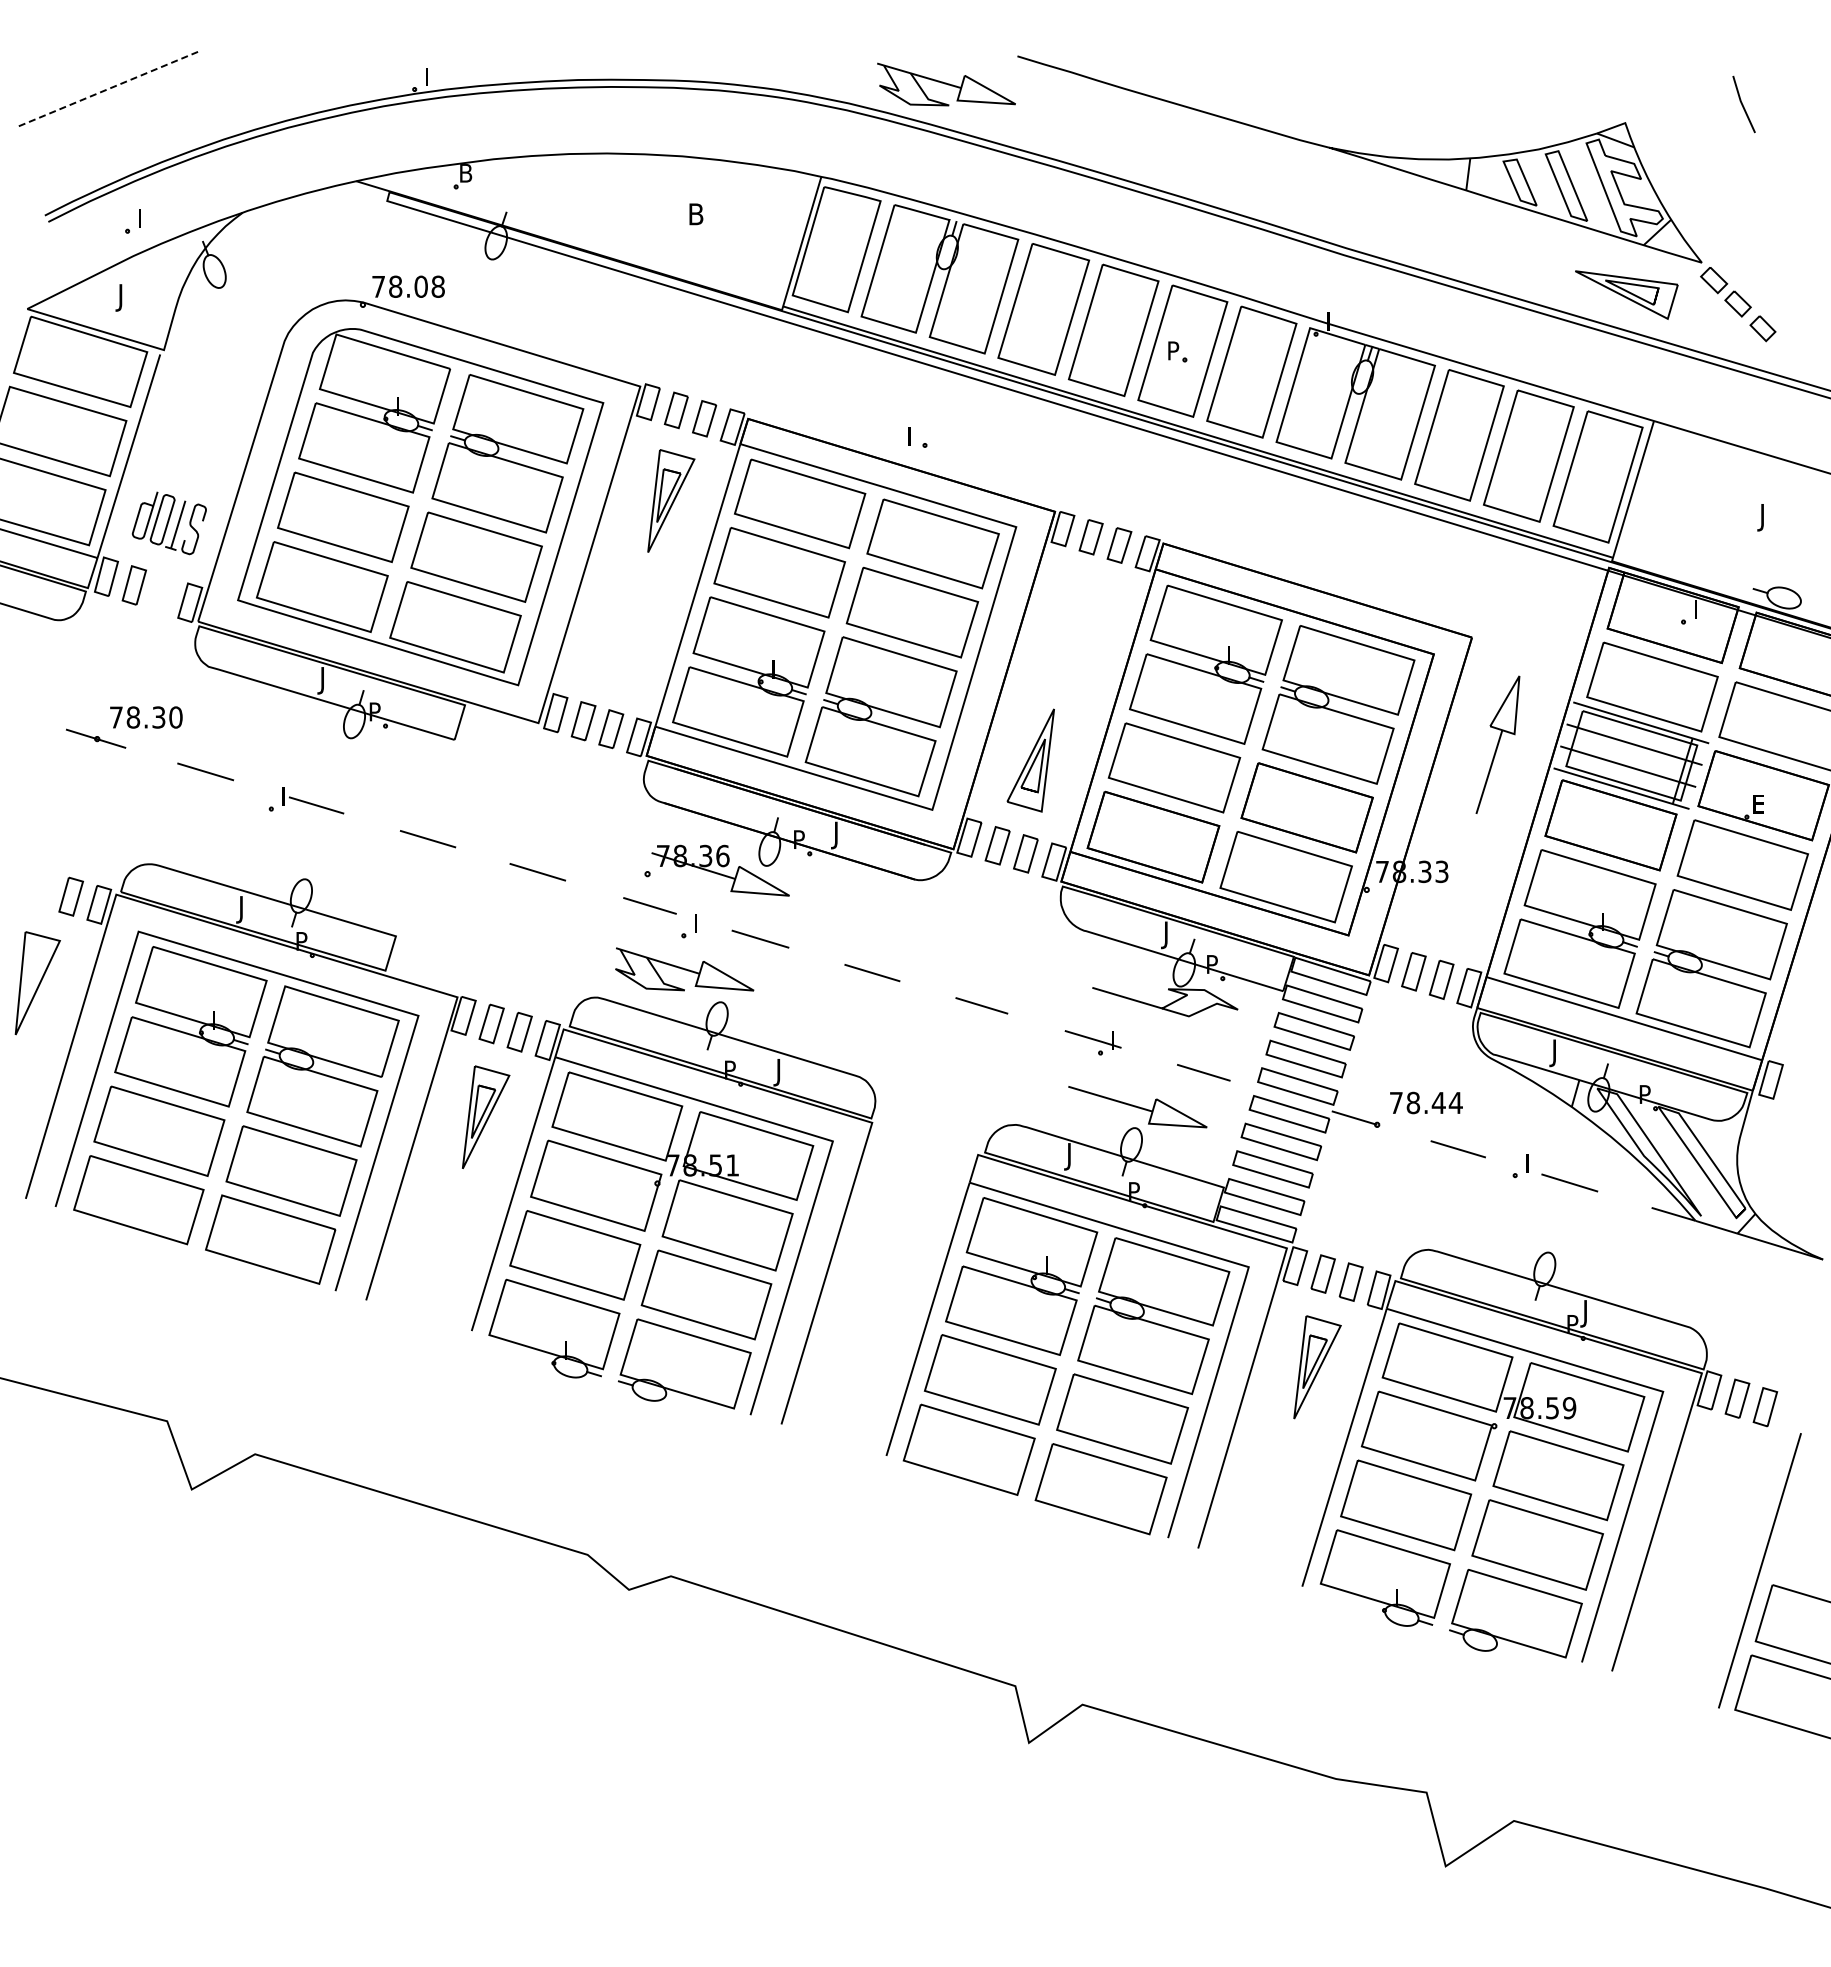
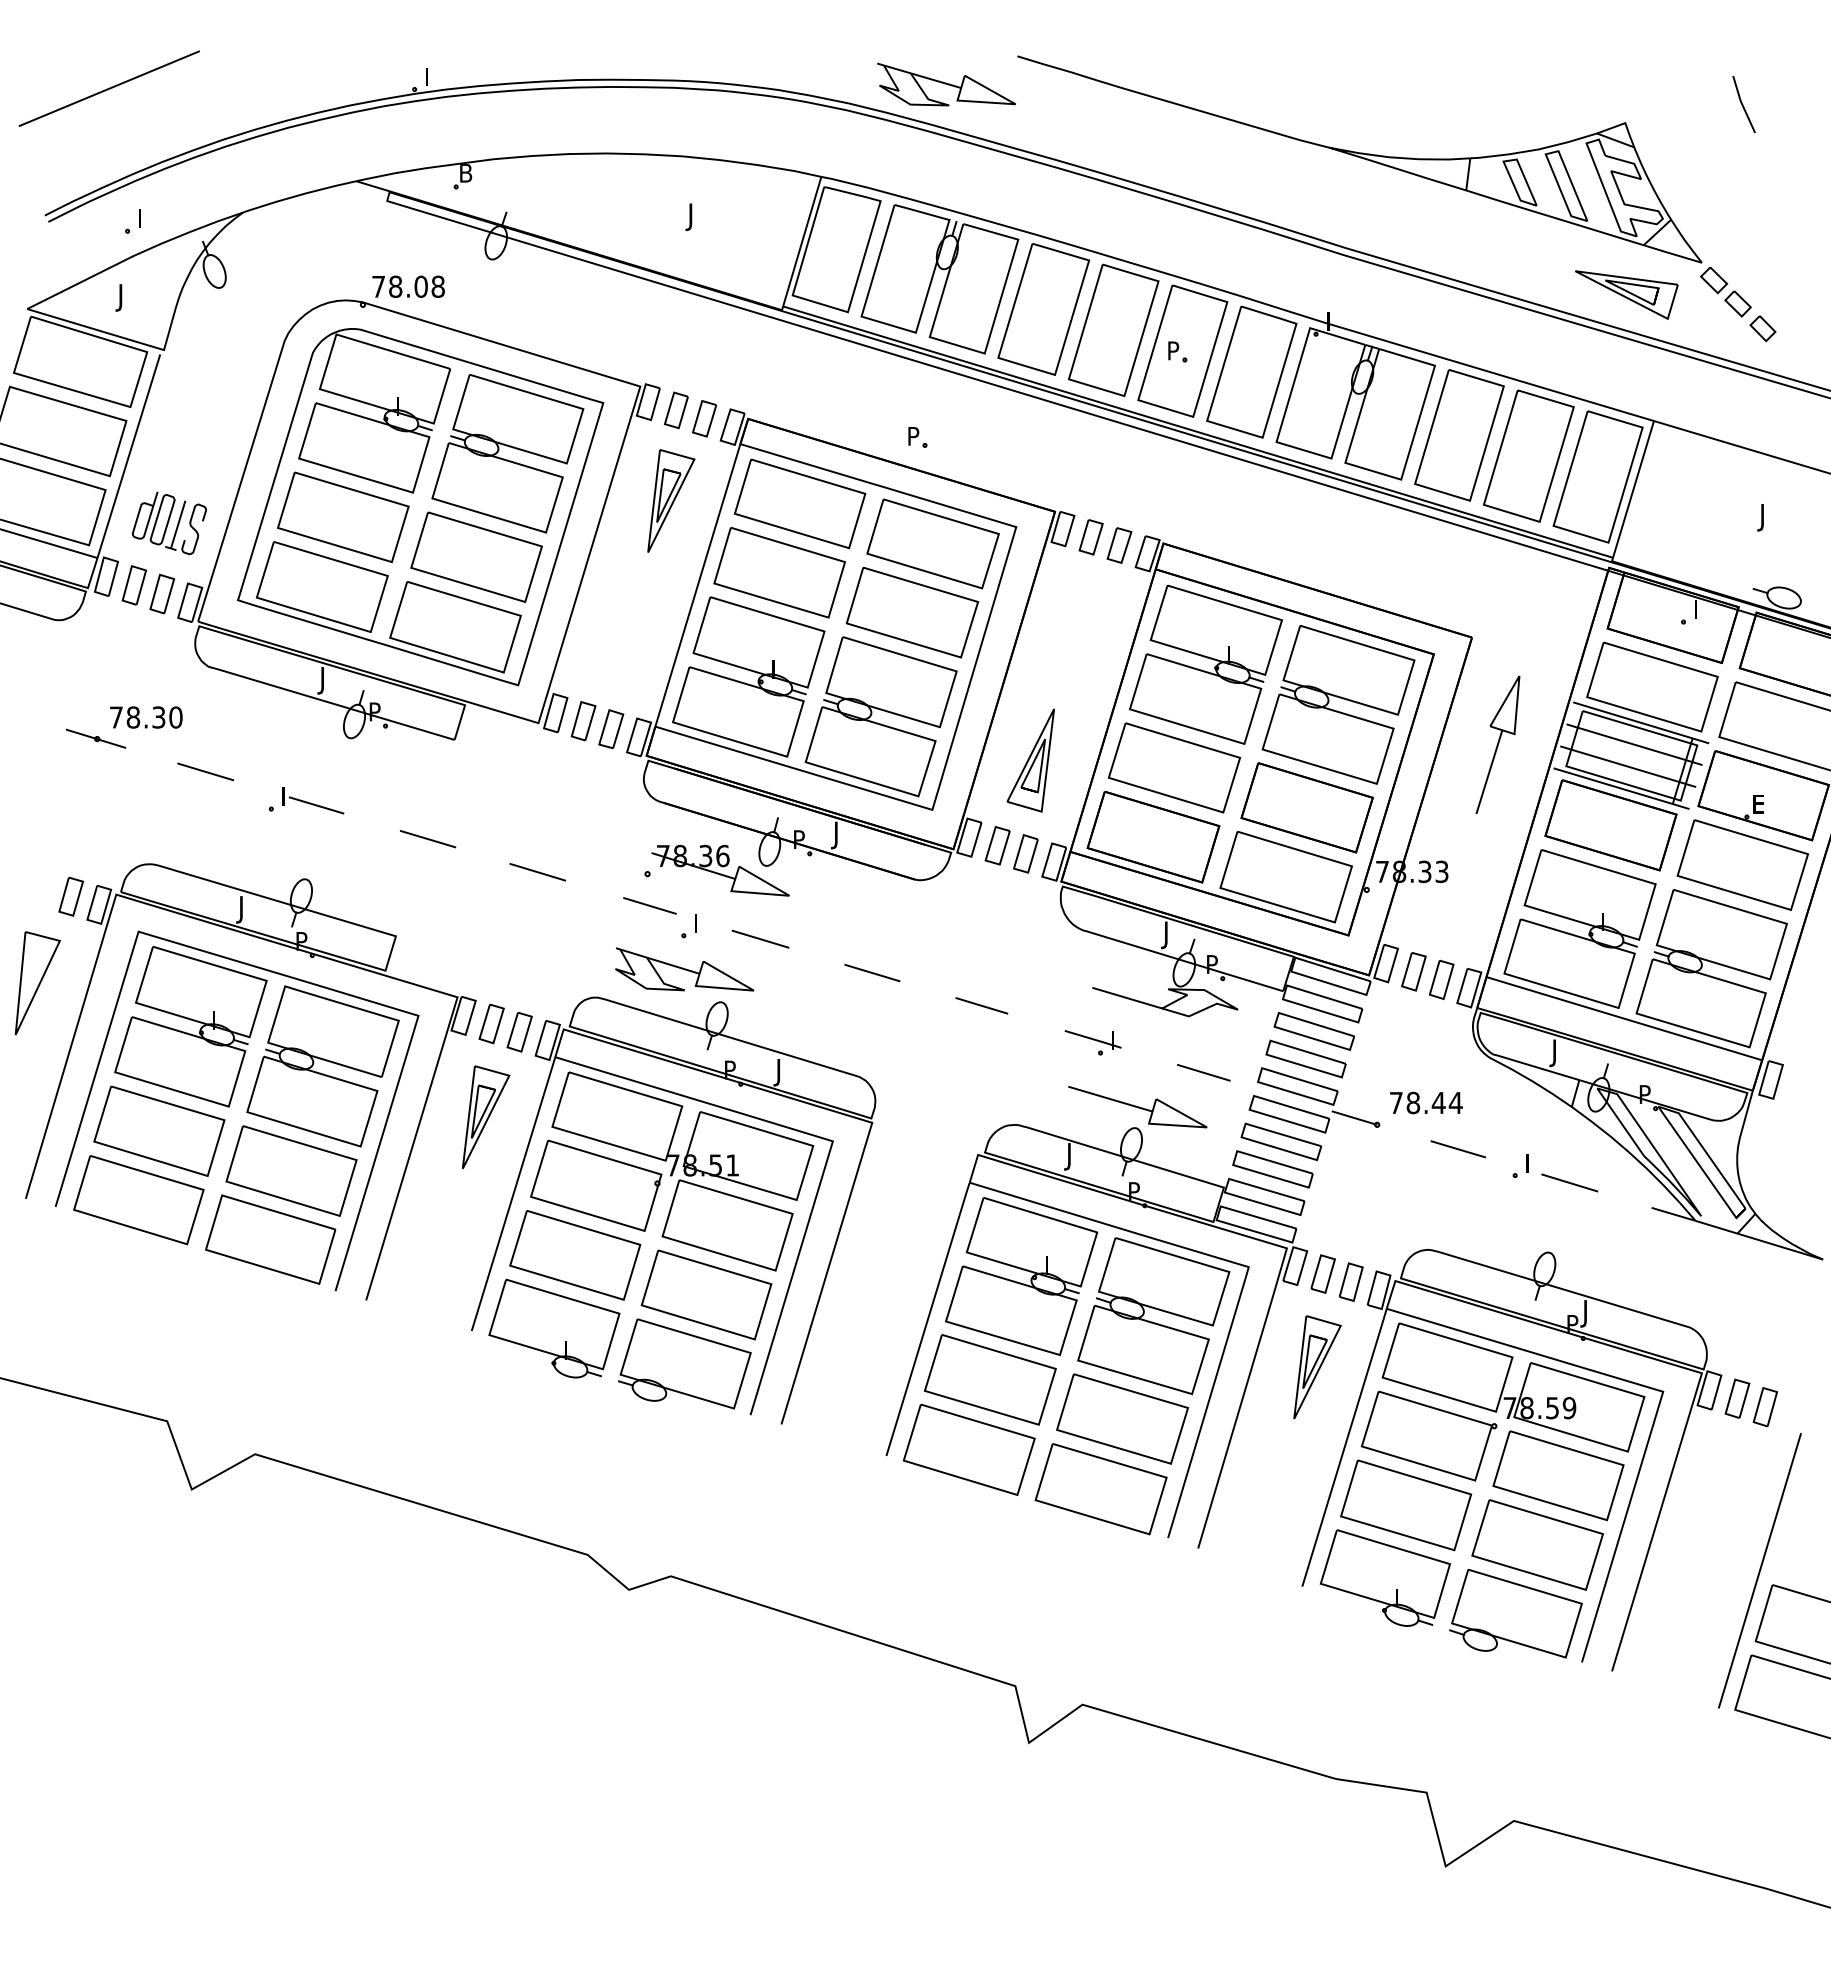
line at (109, 88): dashed -> solid
text at (694, 217): B -> J
text at (913, 436): I -> P
part at (162, 593): none -> present
